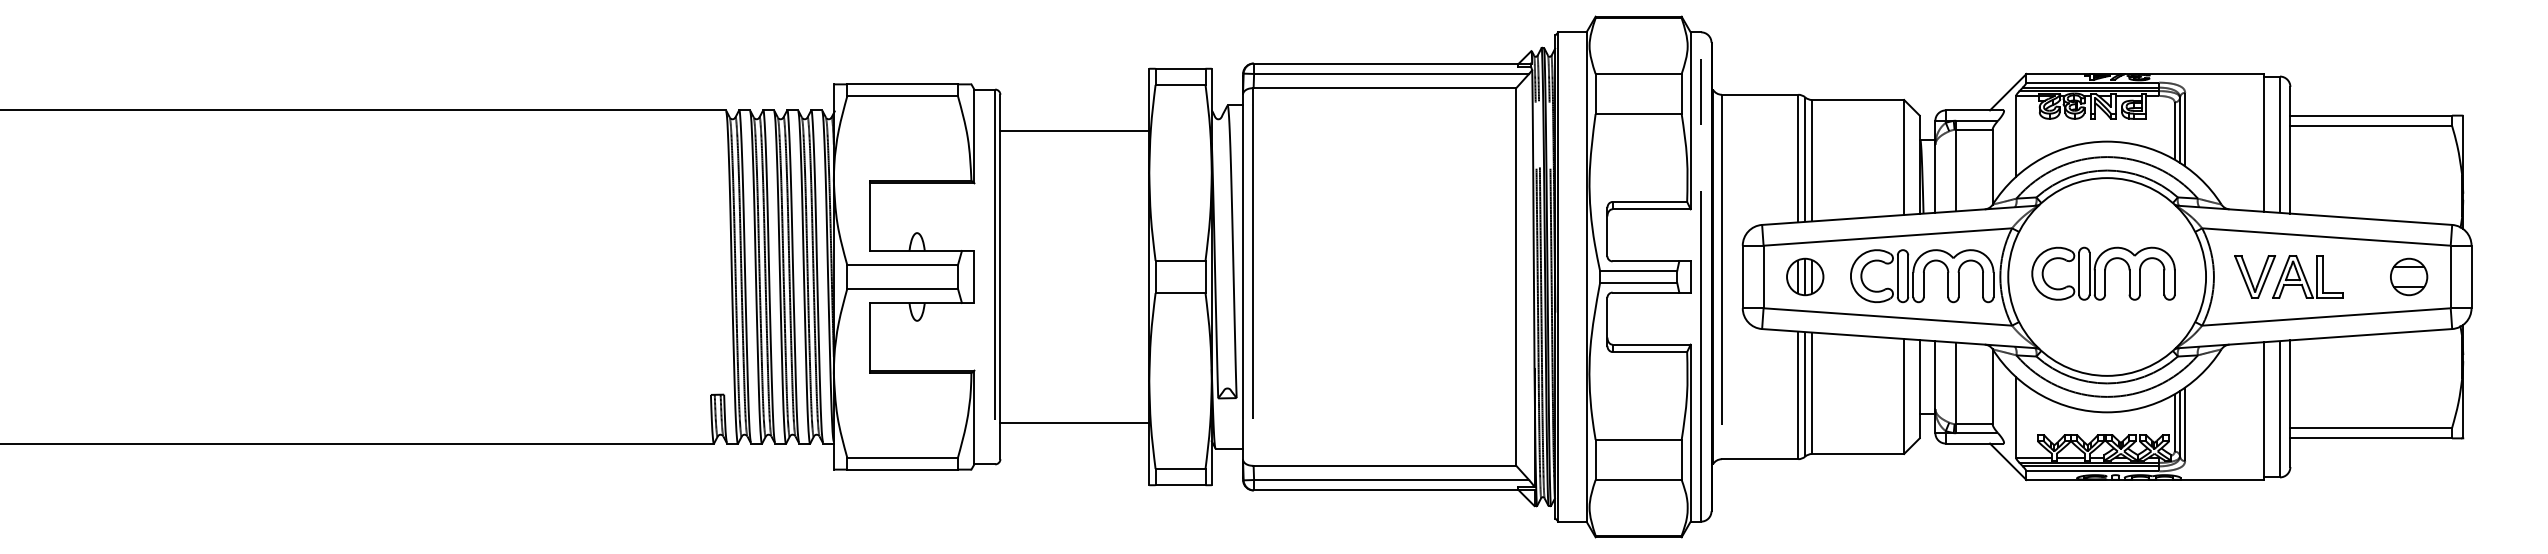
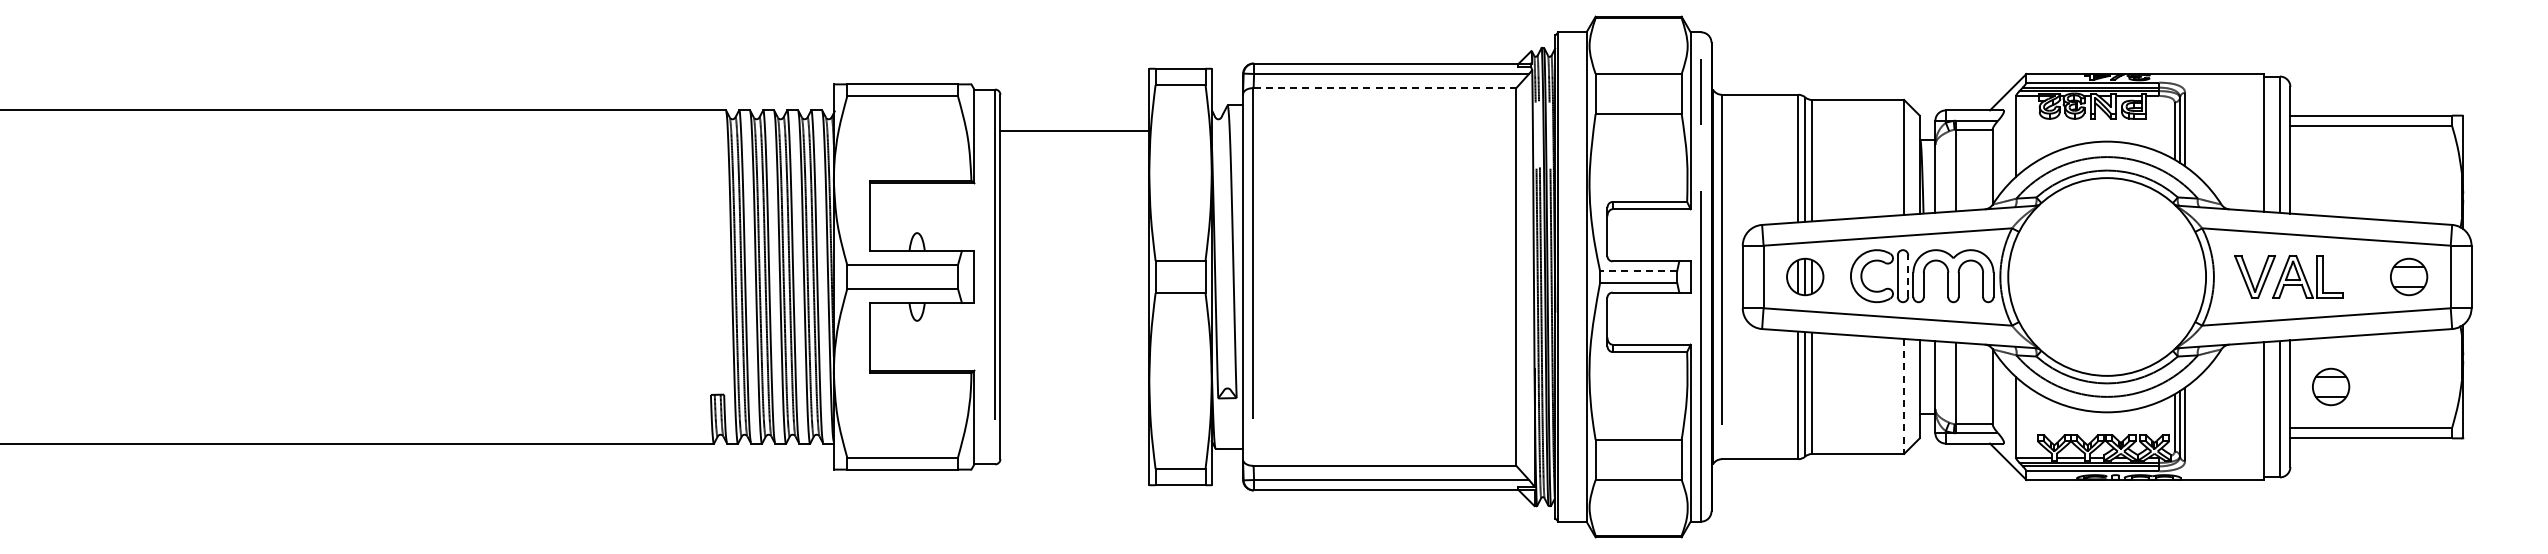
line at (1385, 88): solid -> dashed
line at (1638, 271): solid -> dashed
part at (2103, 273): present -> none
line at (1908, 276): solid -> dashed
part at (2331, 386): none -> present
line at (1904, 396): solid -> dashed
line at (1074, 422): present -> none
